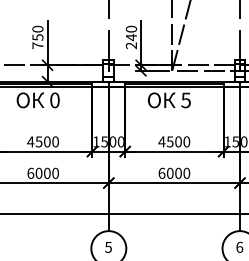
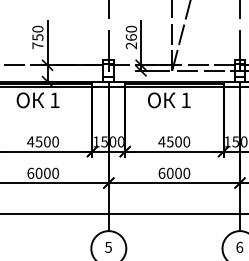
text at (131, 37): 240 -> 260
text at (54, 100): 0 -> 1
text at (185, 100): 5 -> 1
